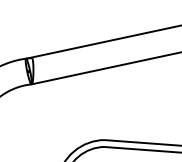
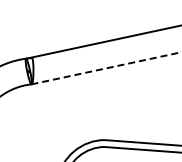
line at (105, 68): solid -> dashed
